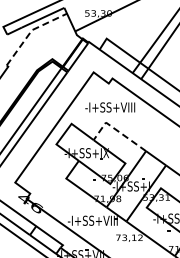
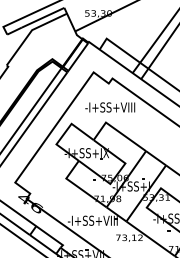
line at (30, 31): dashed -> solid
line at (116, 130): dashed -> solid
